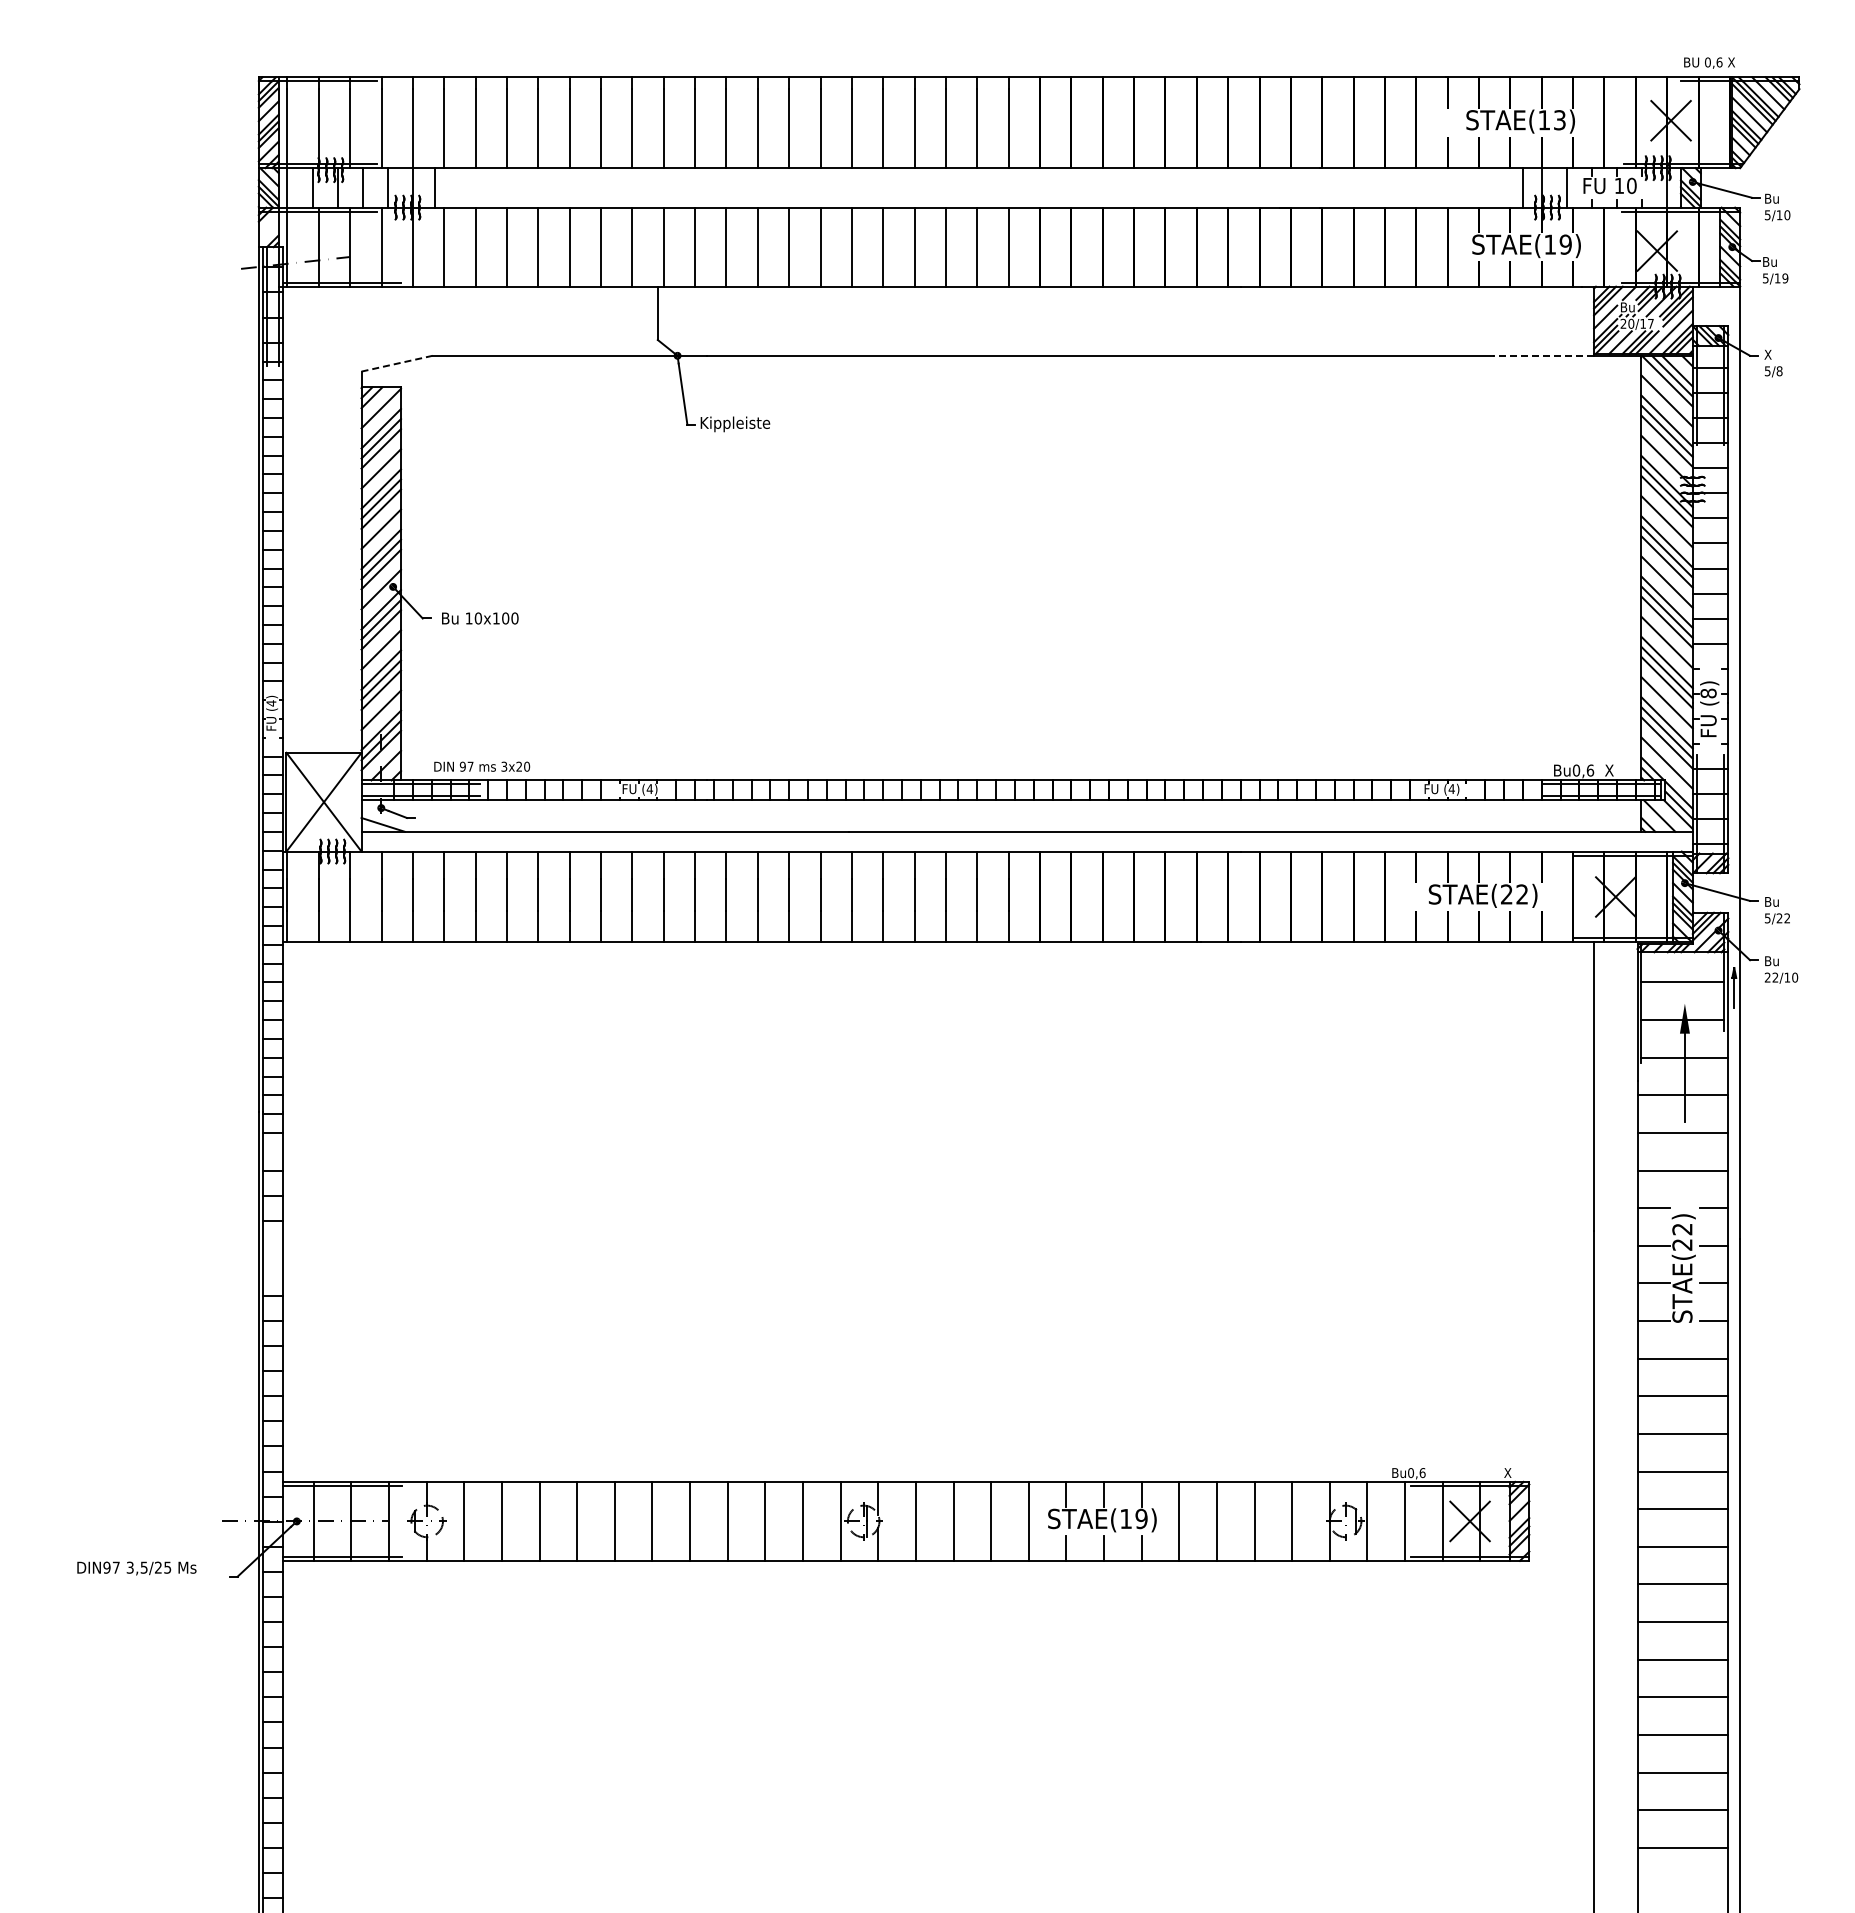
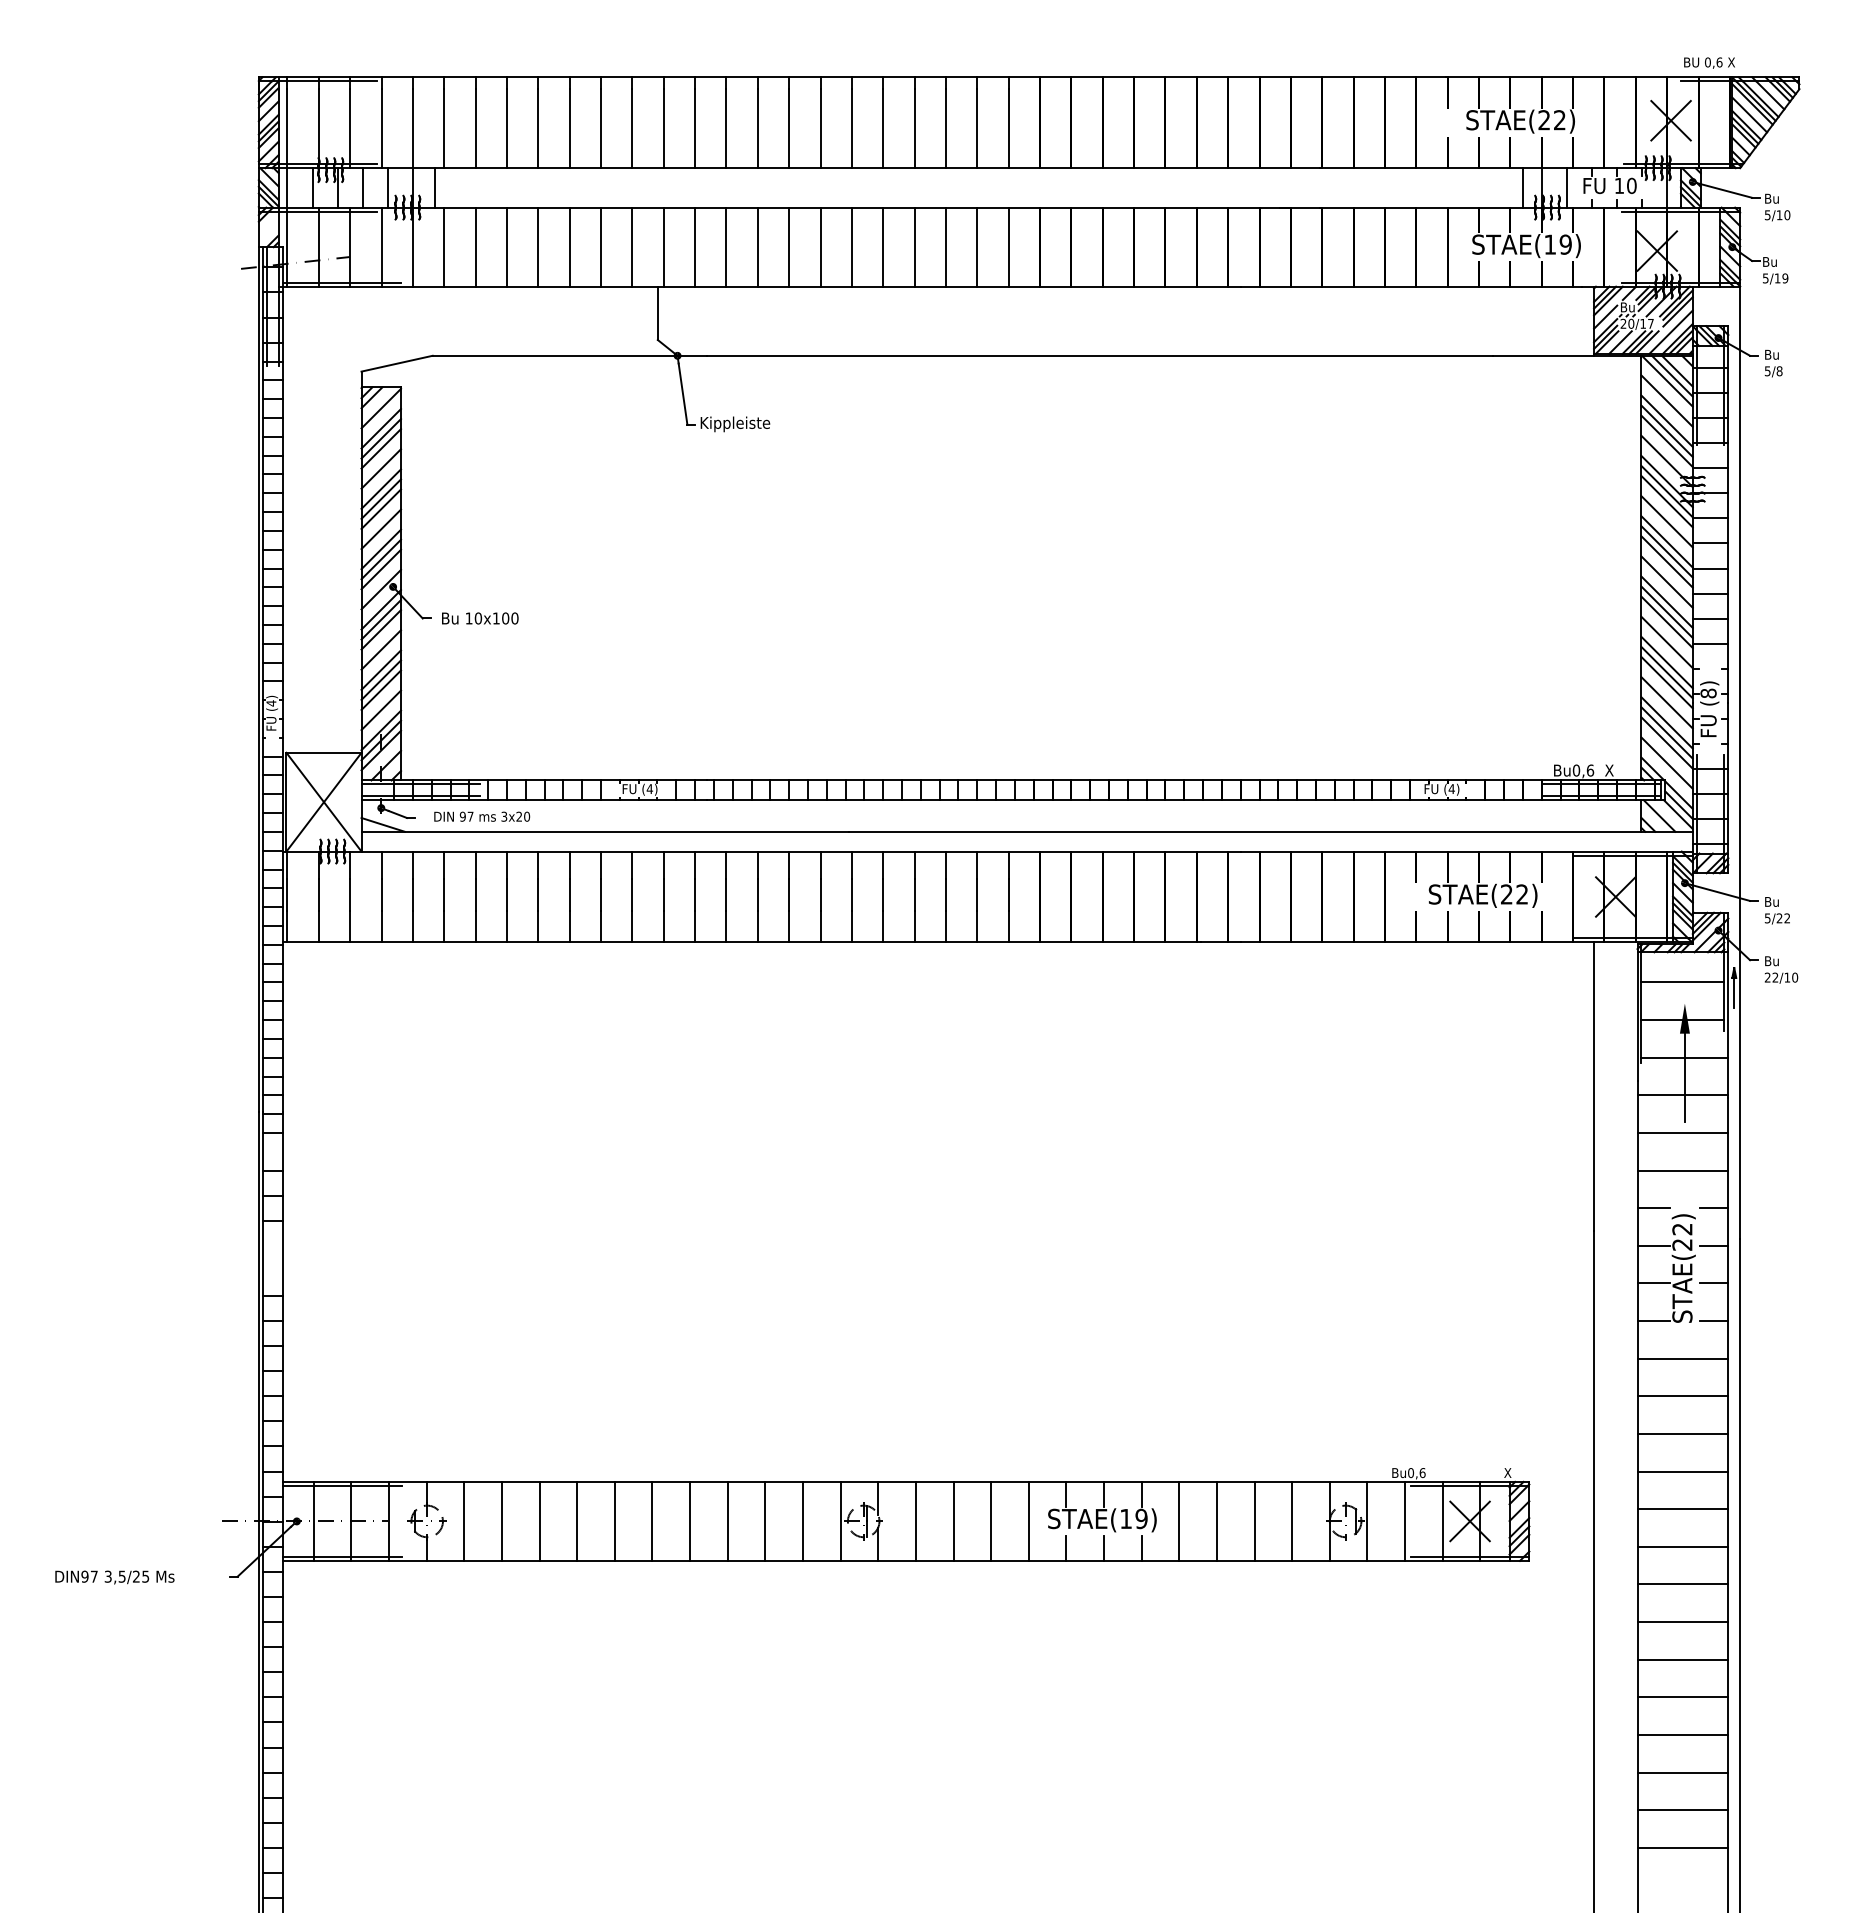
text at (1551, 120): STAE(13) -> STAE(22)
text at (1771, 354): X -> Bu
line at (1543, 355): dashed -> solid
line at (397, 363): dashed -> solid
text at (482, 766) position: (482, 766) -> (482, 816)
text at (136, 1568) position: (136, 1568) -> (114, 1577)
